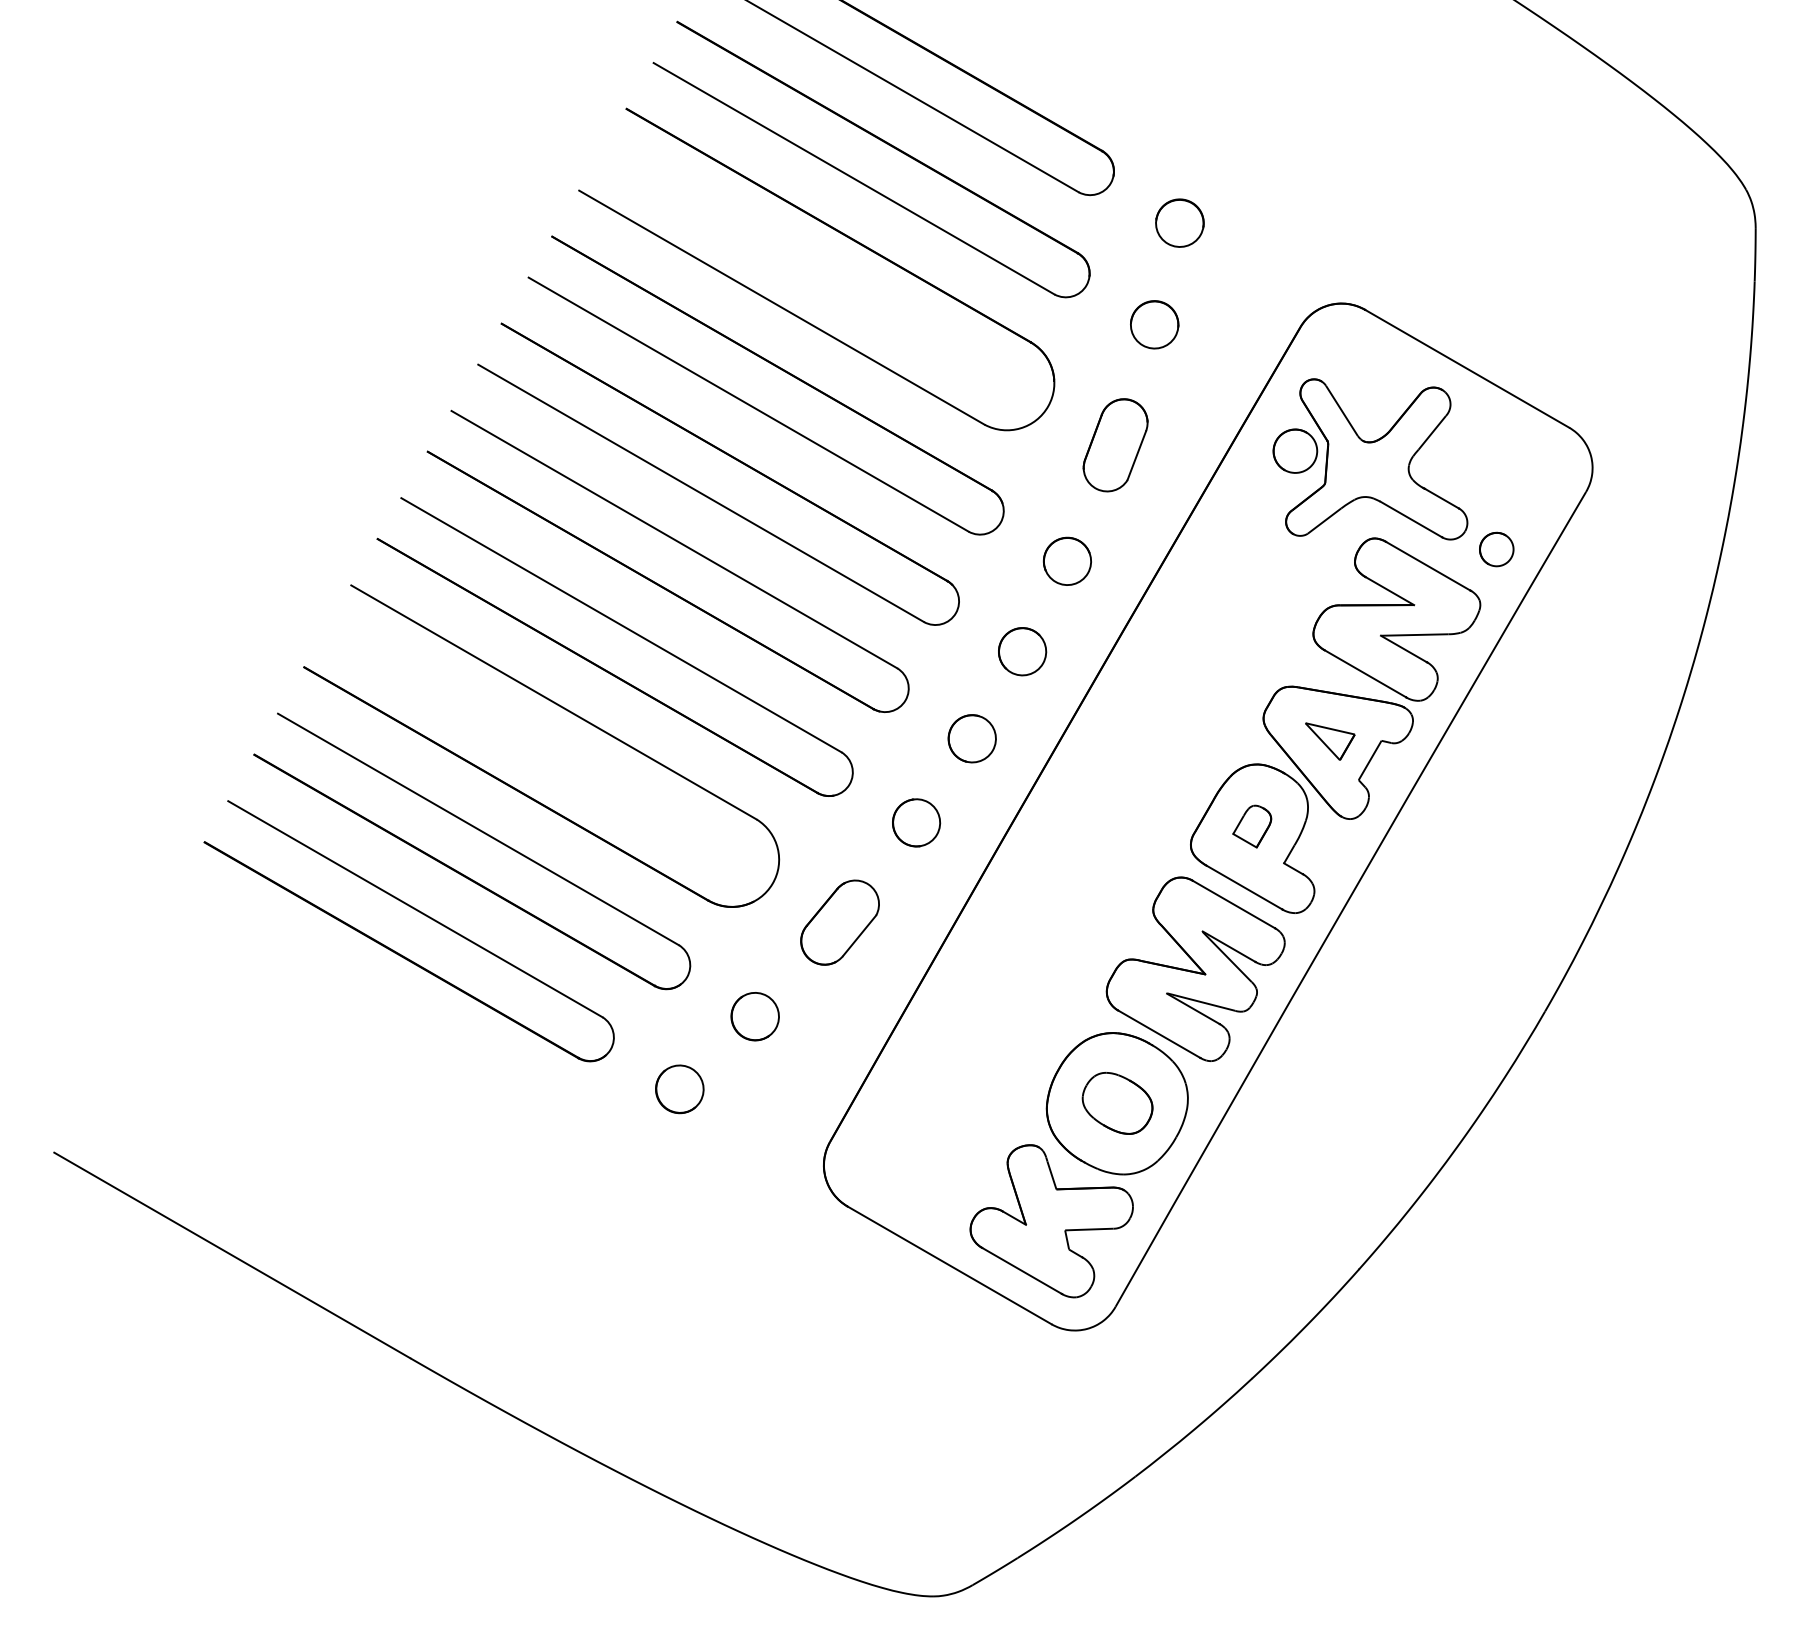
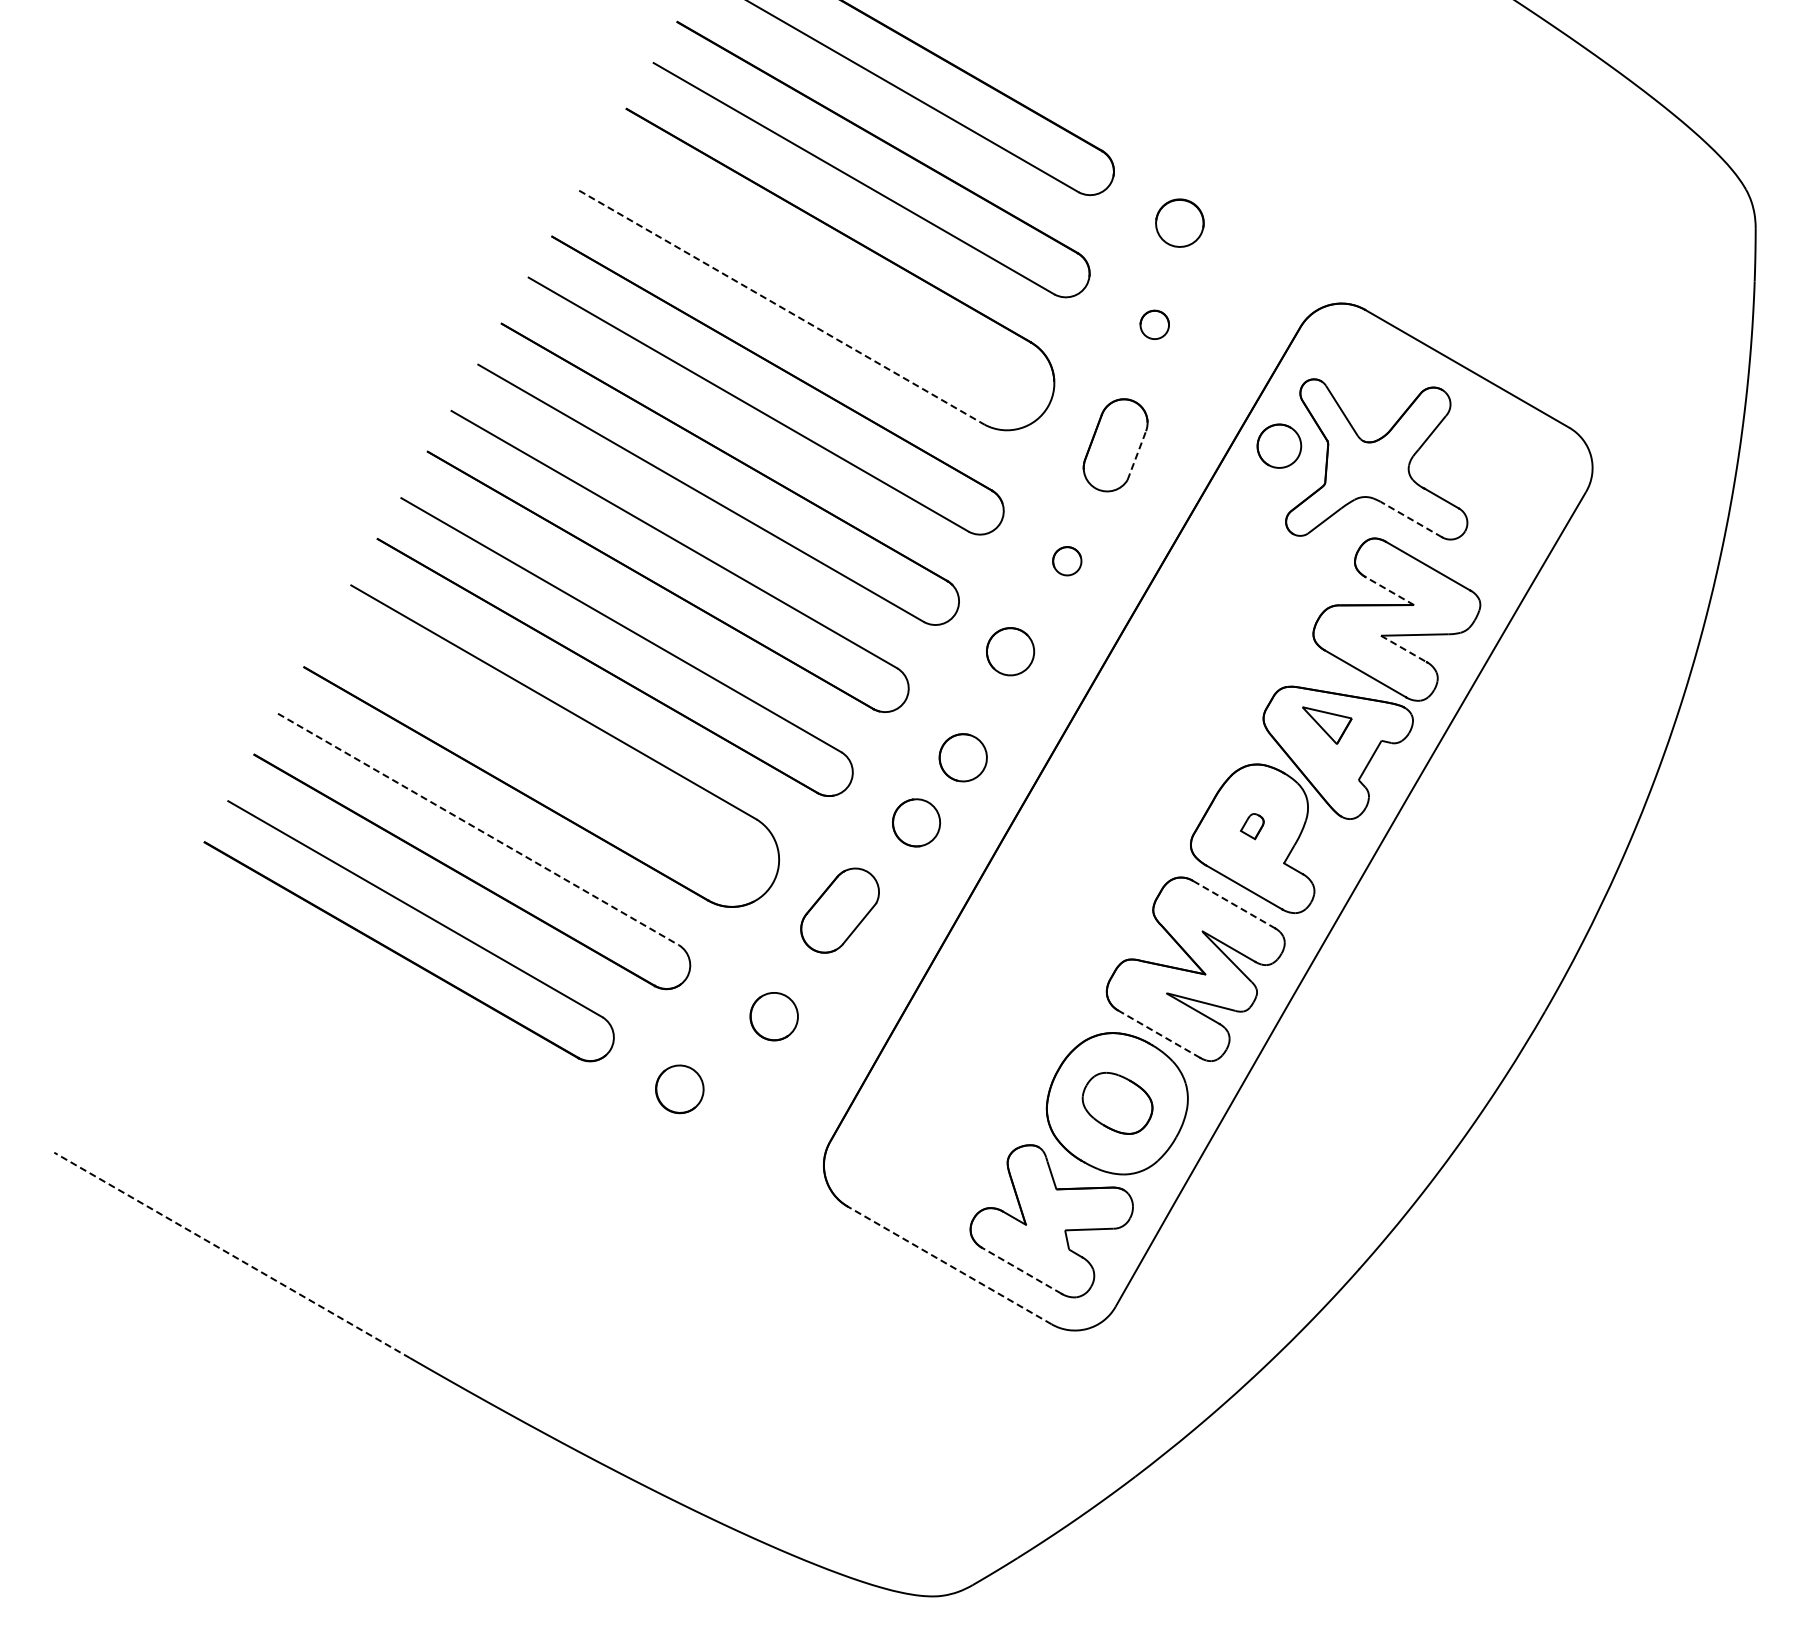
line at (782, 307): solid -> dashed
part at (1154, 324) size: 50x50 px -> 31x31 px
part at (1295, 450) position: (1295, 450) -> (1279, 445)
line at (1137, 455): solid -> dashed
line at (1410, 519): solid -> dashed
part at (1496, 549): present -> none
part at (1066, 560) size: 50x50 px -> 31x31 px
line at (1390, 591): solid -> dashed
line at (1403, 649): solid -> dashed
part at (1022, 651) position: (1022, 651) -> (1010, 651)
part at (971, 738) position: (971, 738) -> (962, 757)
part at (1330, 741) position: (1330, 741) -> (1327, 725)
part at (1252, 826) size: 41x45 px -> 25x28 px
line at (478, 829): solid -> dashed
line at (1234, 904): solid -> dashed
part at (839, 922) position: (839, 922) -> (839, 910)
part at (754, 1016) position: (754, 1016) -> (773, 1016)
line at (1158, 1034): solid -> dashed
line at (231, 1255): solid -> dashed
line at (949, 1265): solid -> dashed
line at (1021, 1270): solid -> dashed
